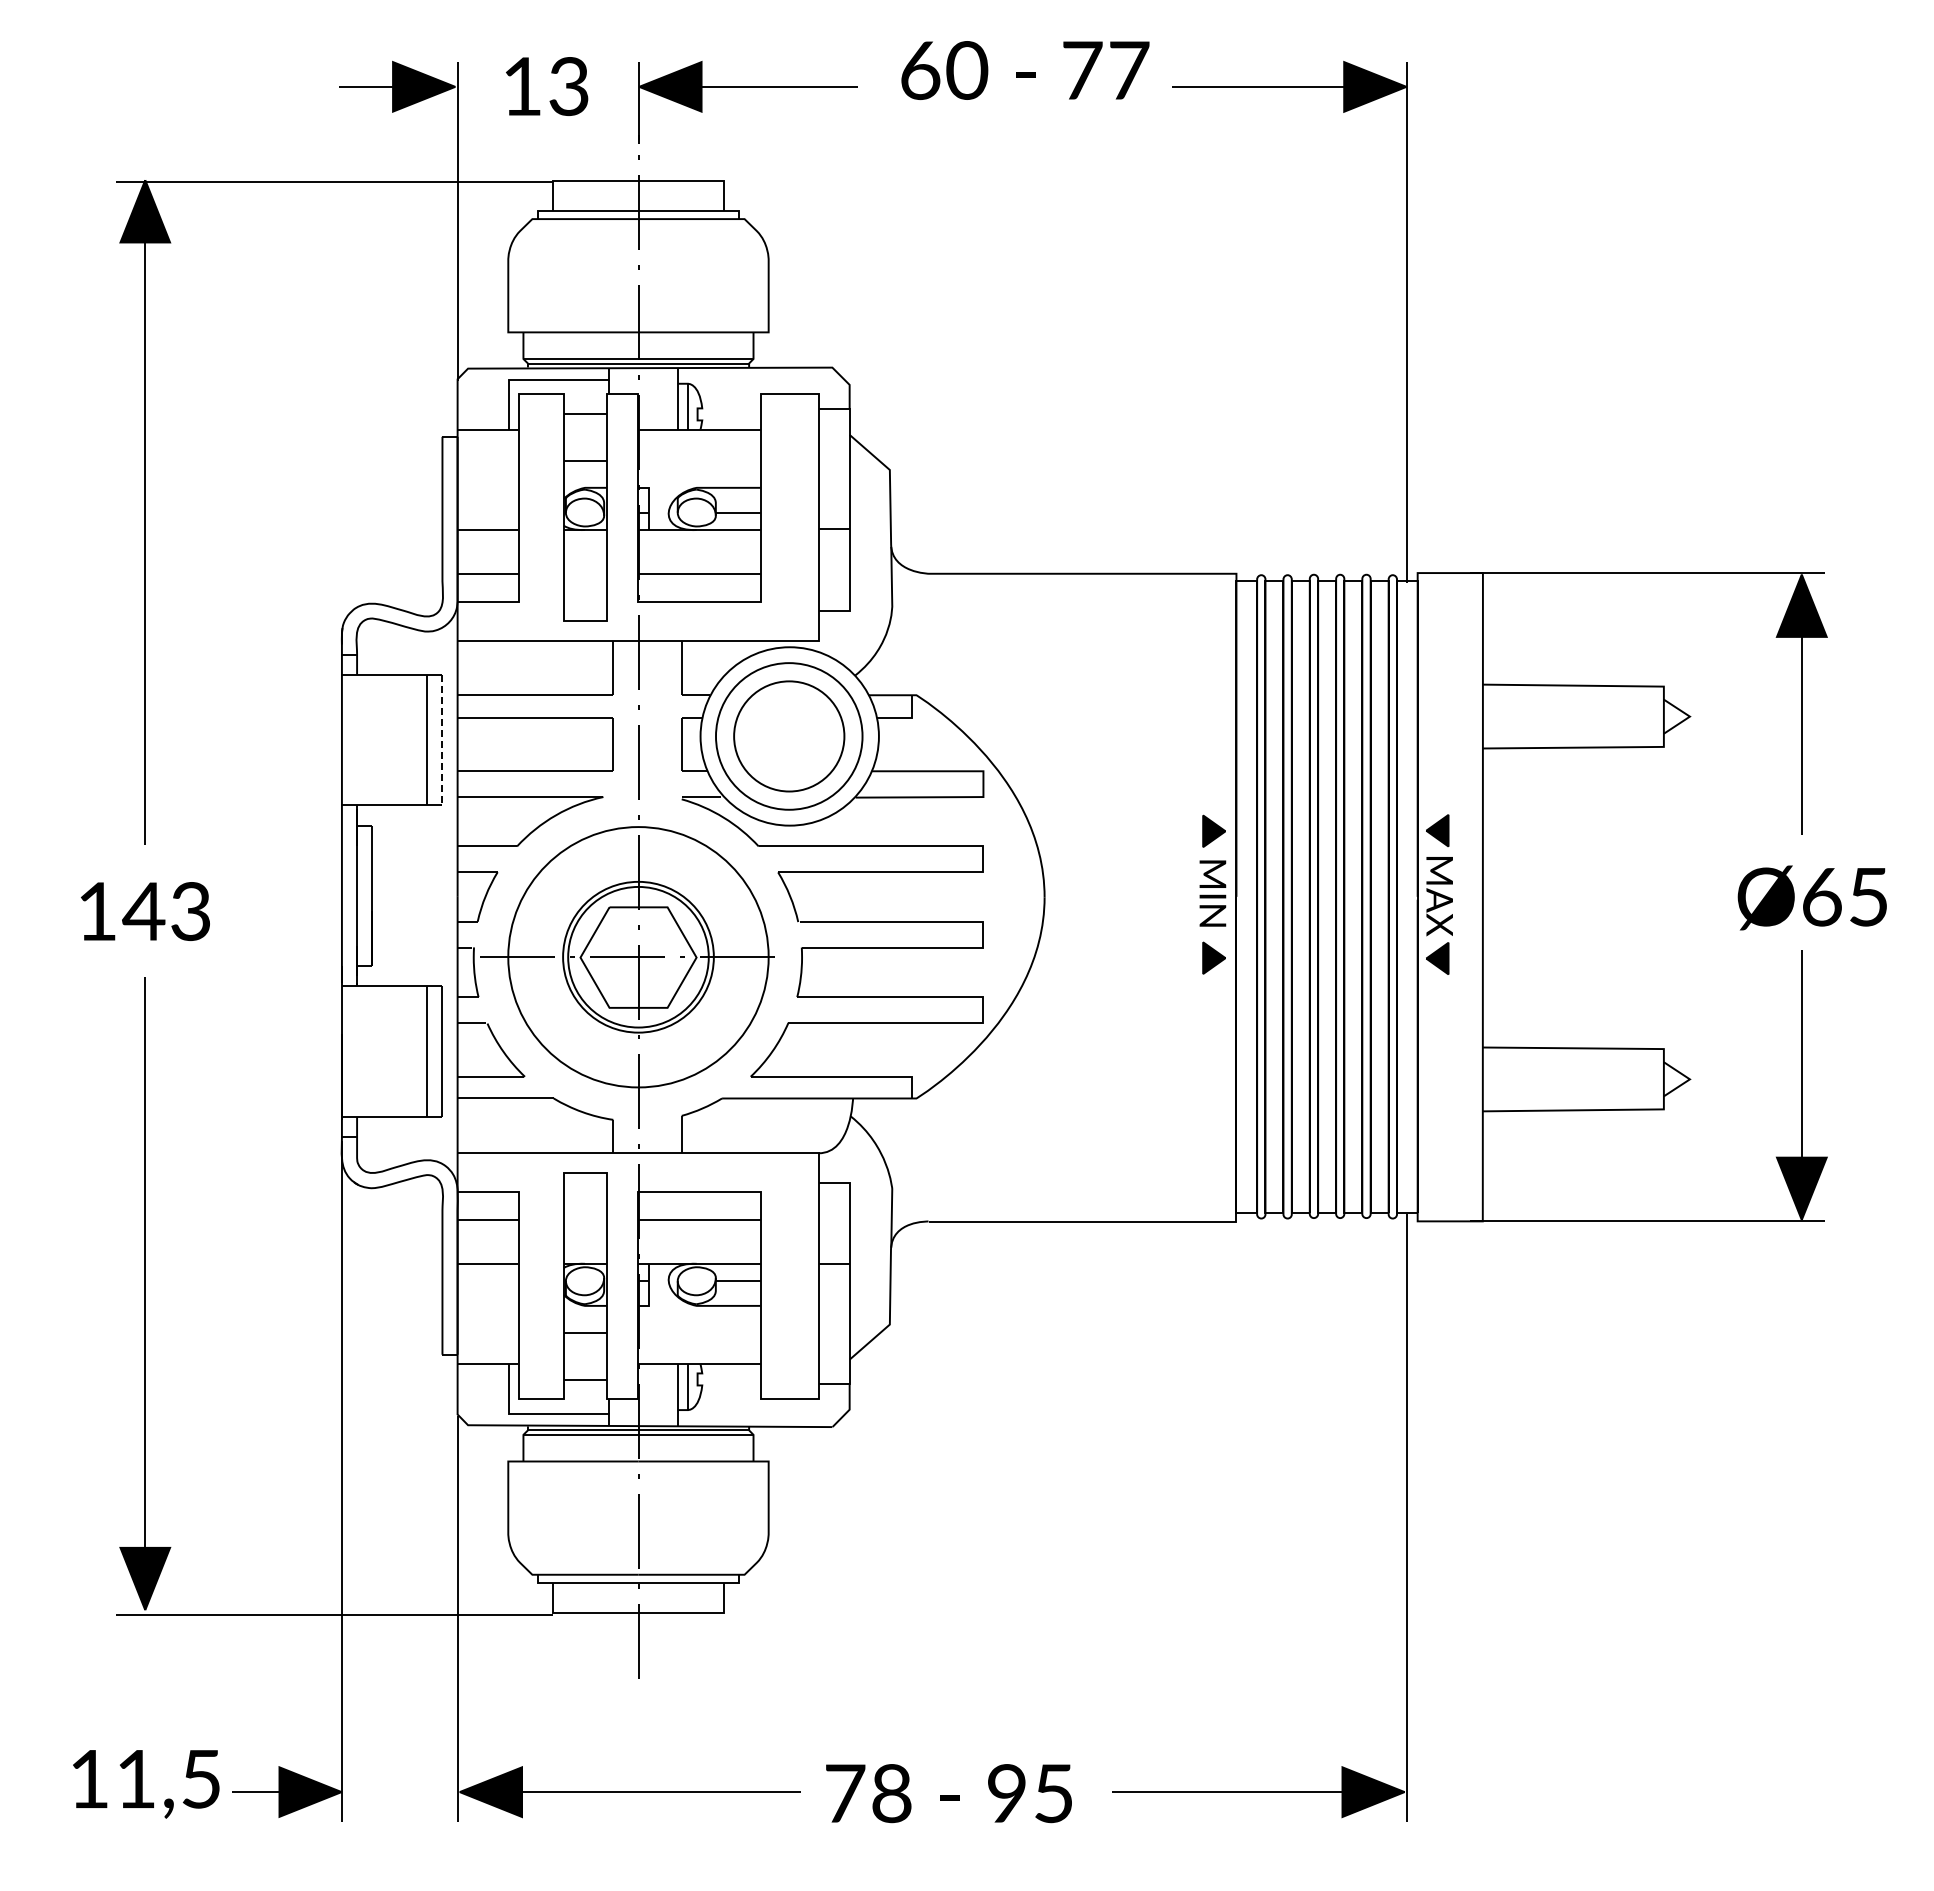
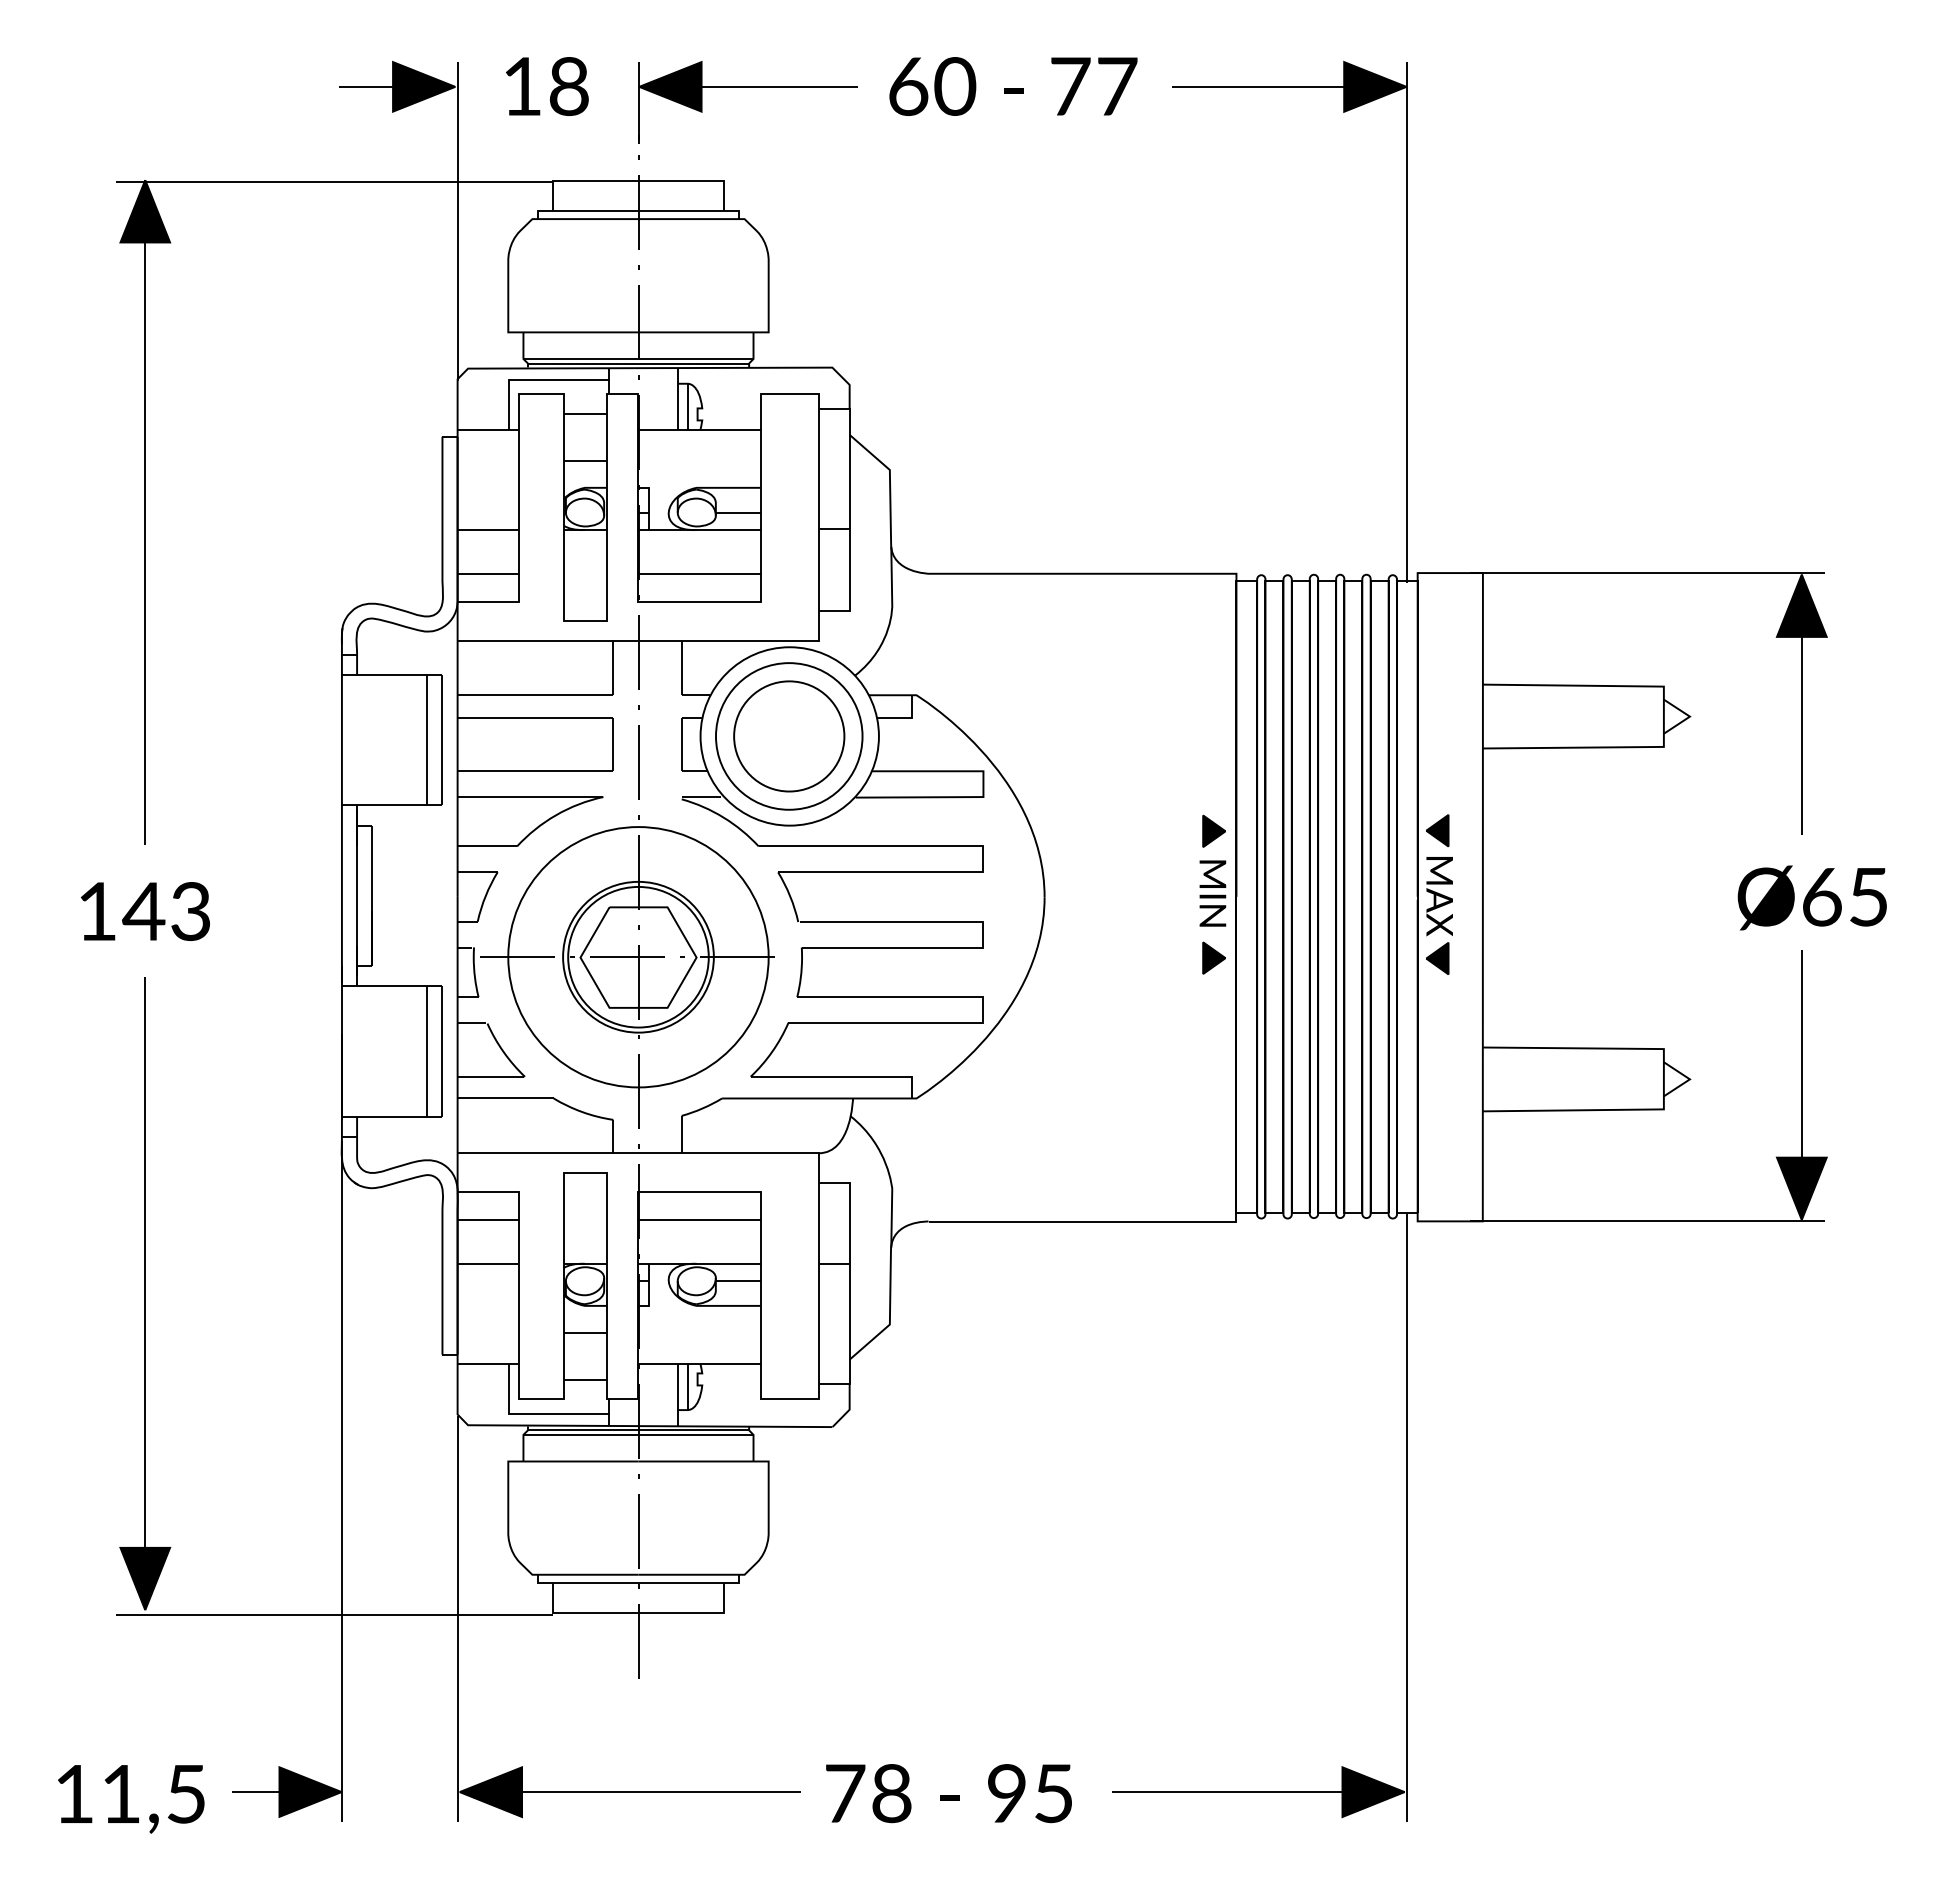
text at (1025, 70) position: (1025, 70) -> (1013, 86)
text at (568, 86): 13 -> 18
line at (442, 740): dashed -> solid
text at (146, 1784) position: (146, 1784) -> (131, 1799)
